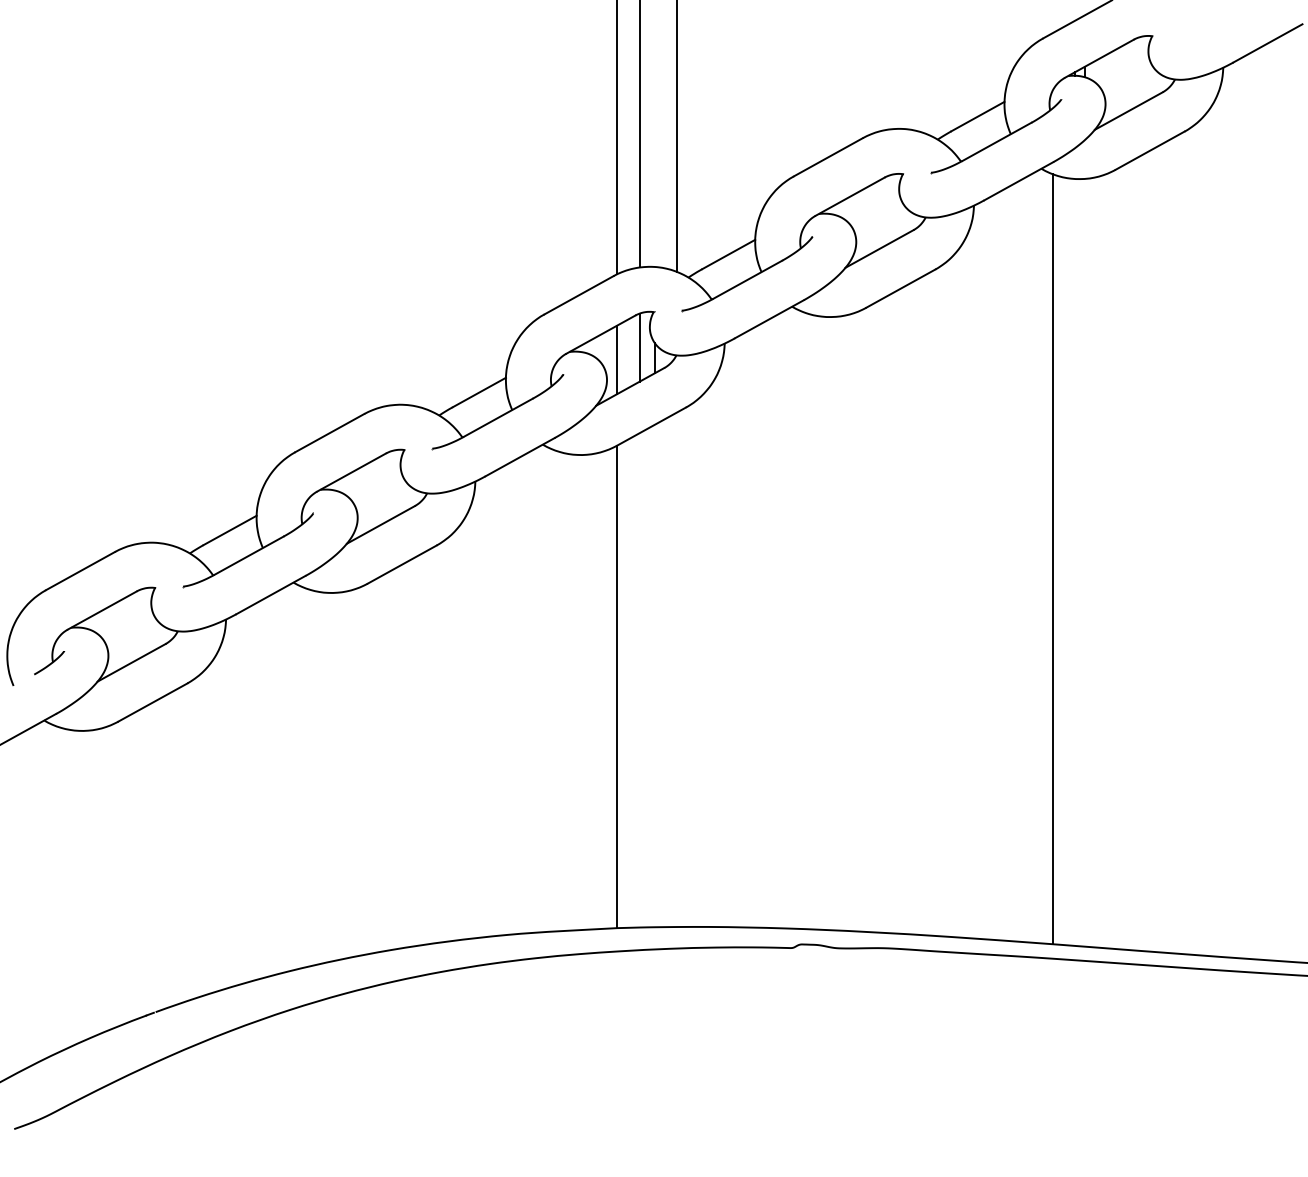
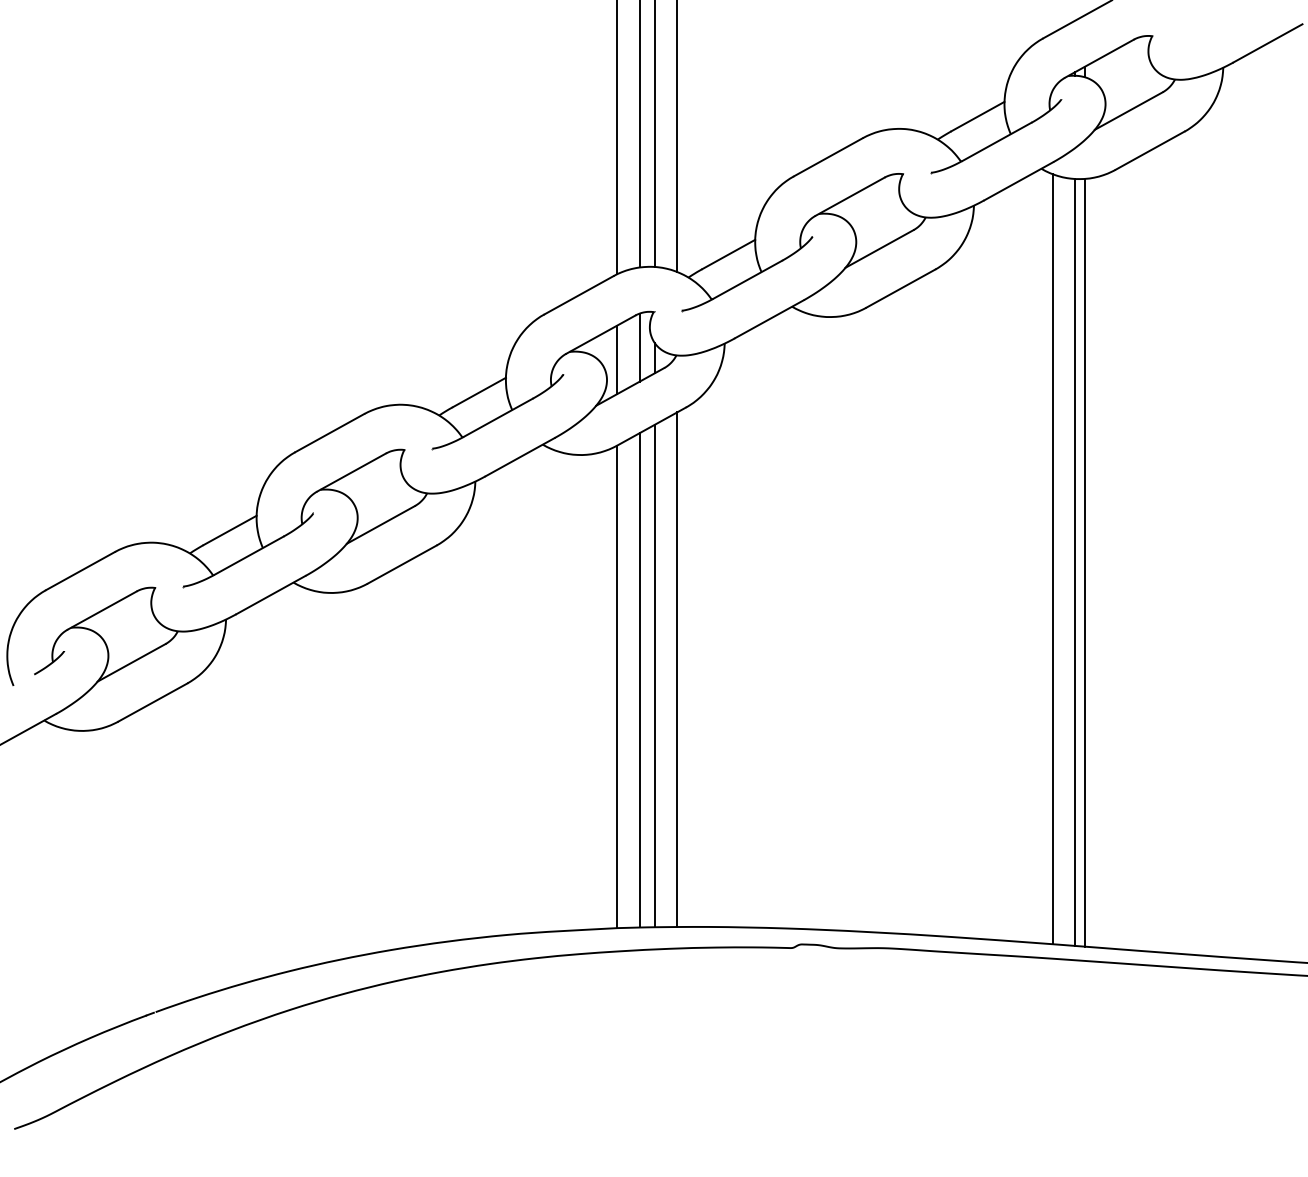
line at (654, 134): none -> present
line at (1075, 561): none -> present
line at (1084, 562): none -> present
line at (677, 669): none -> present
line at (654, 675): none -> present
line at (639, 680): none -> present
